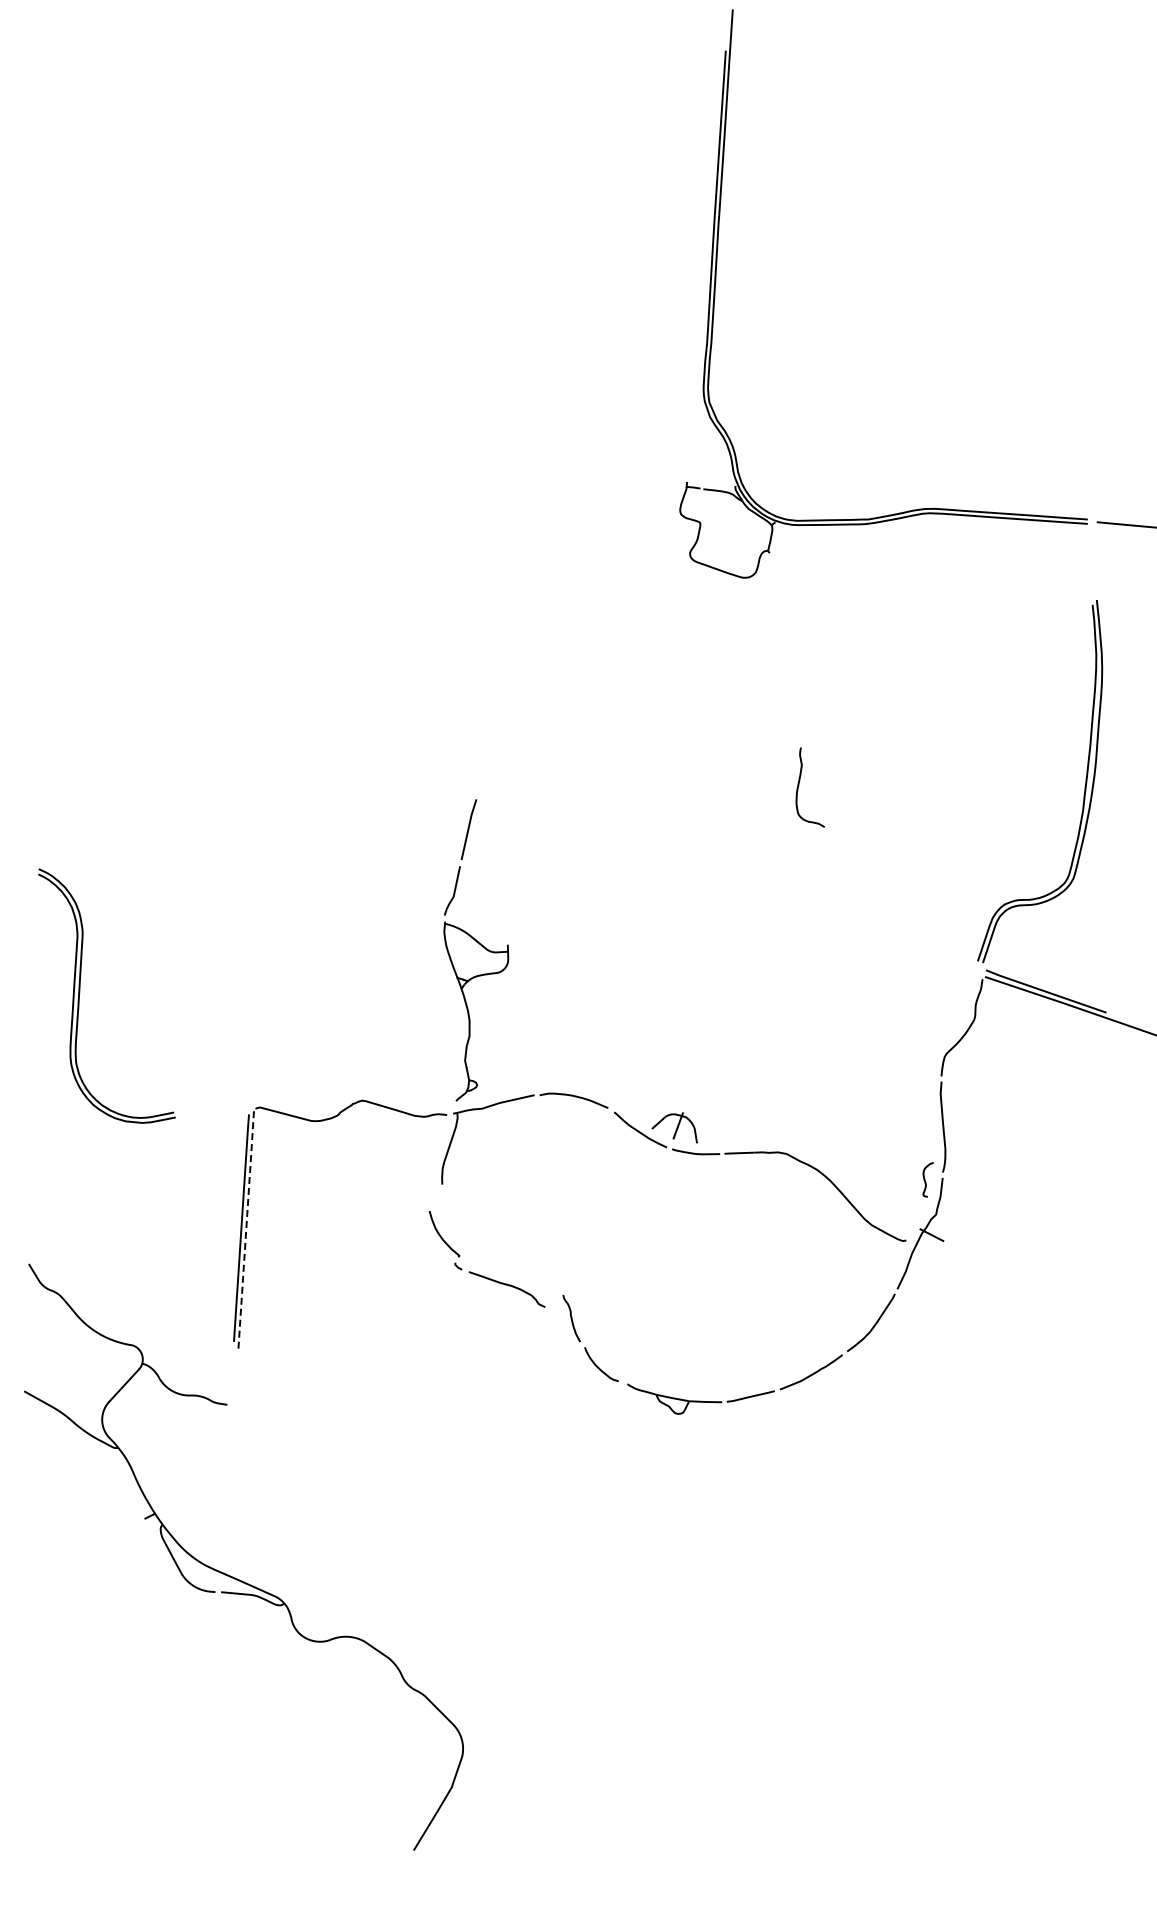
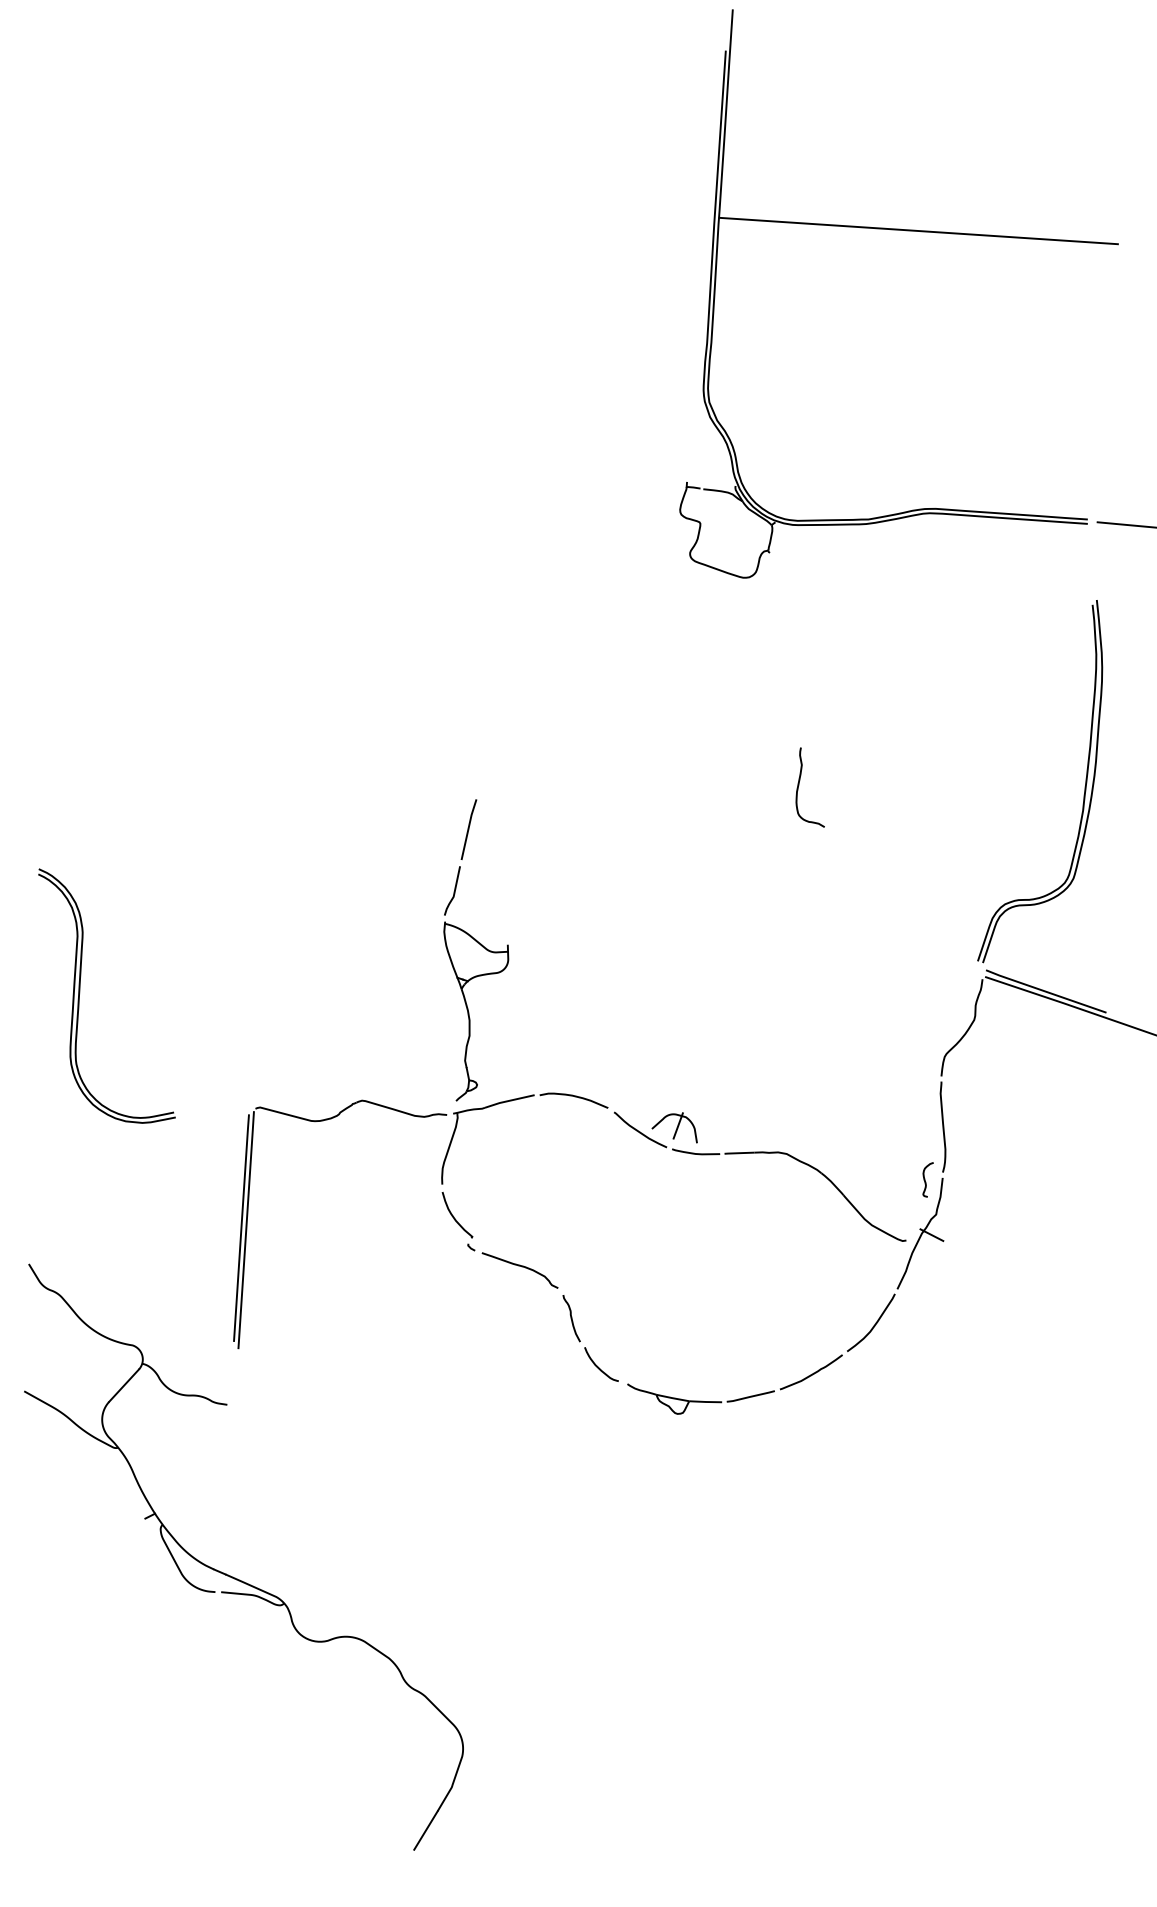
line at (918, 230): none -> present
line at (246, 1229): dashed -> solid
part at (482, 1275) position: (482, 1275) -> (495, 1256)
